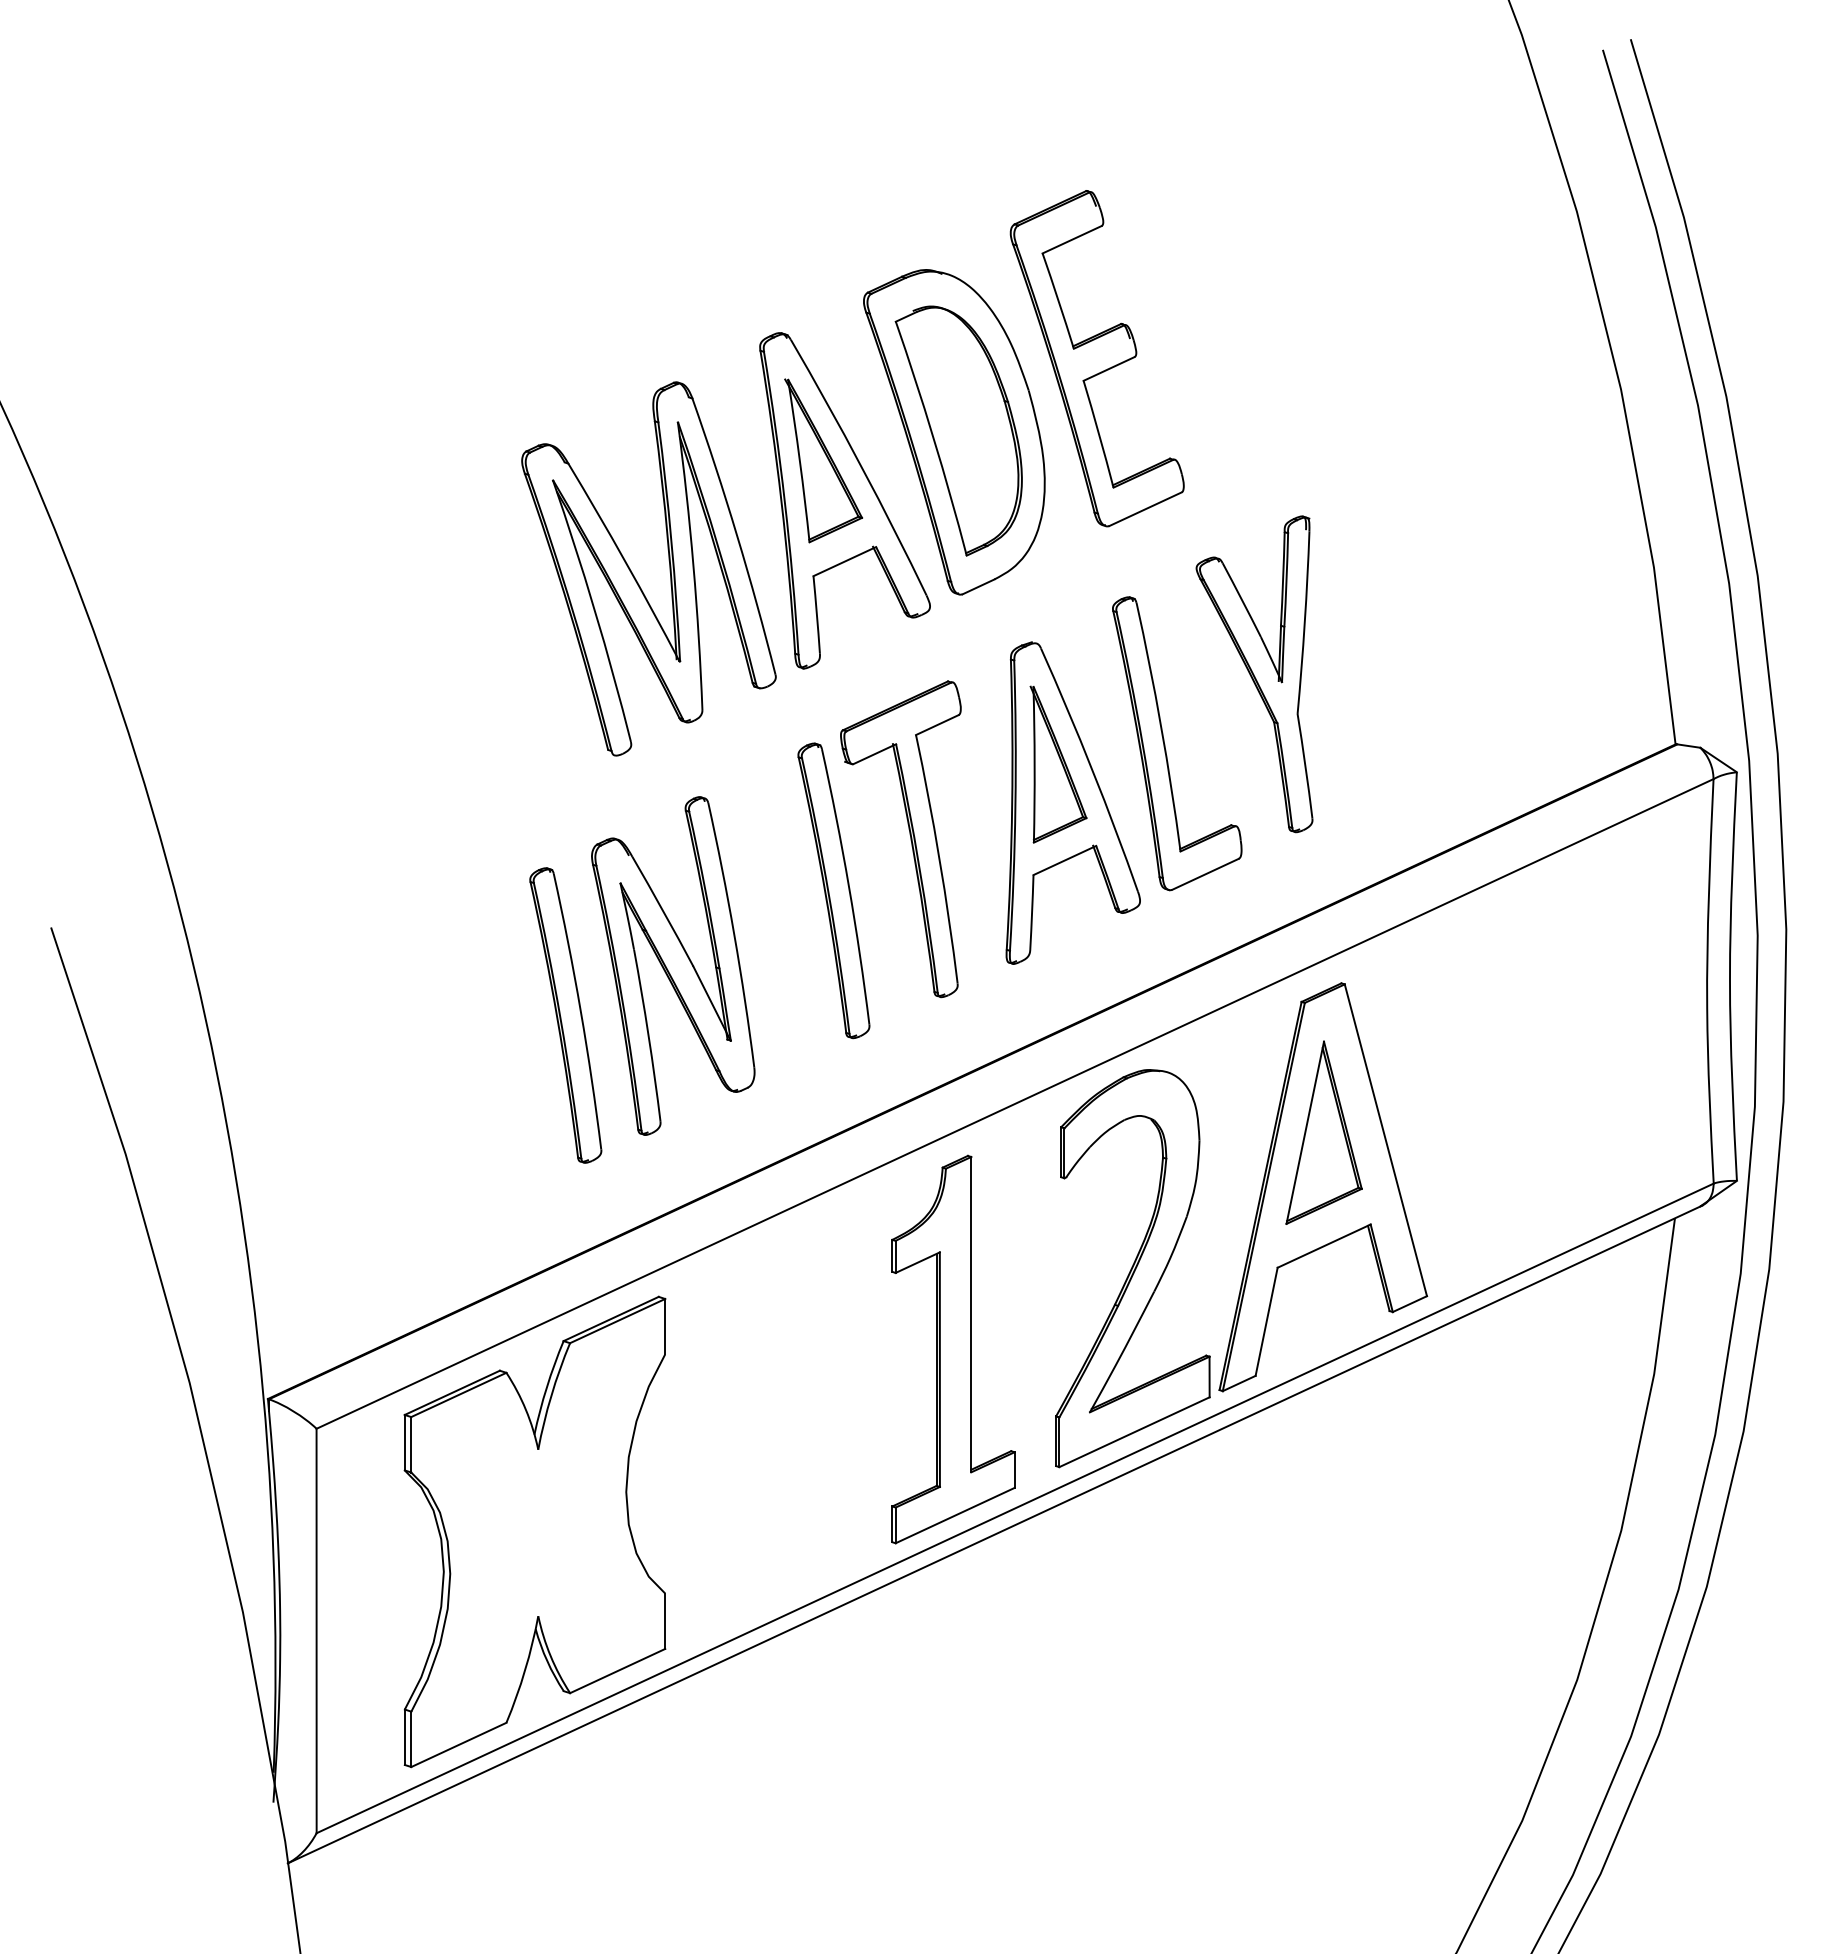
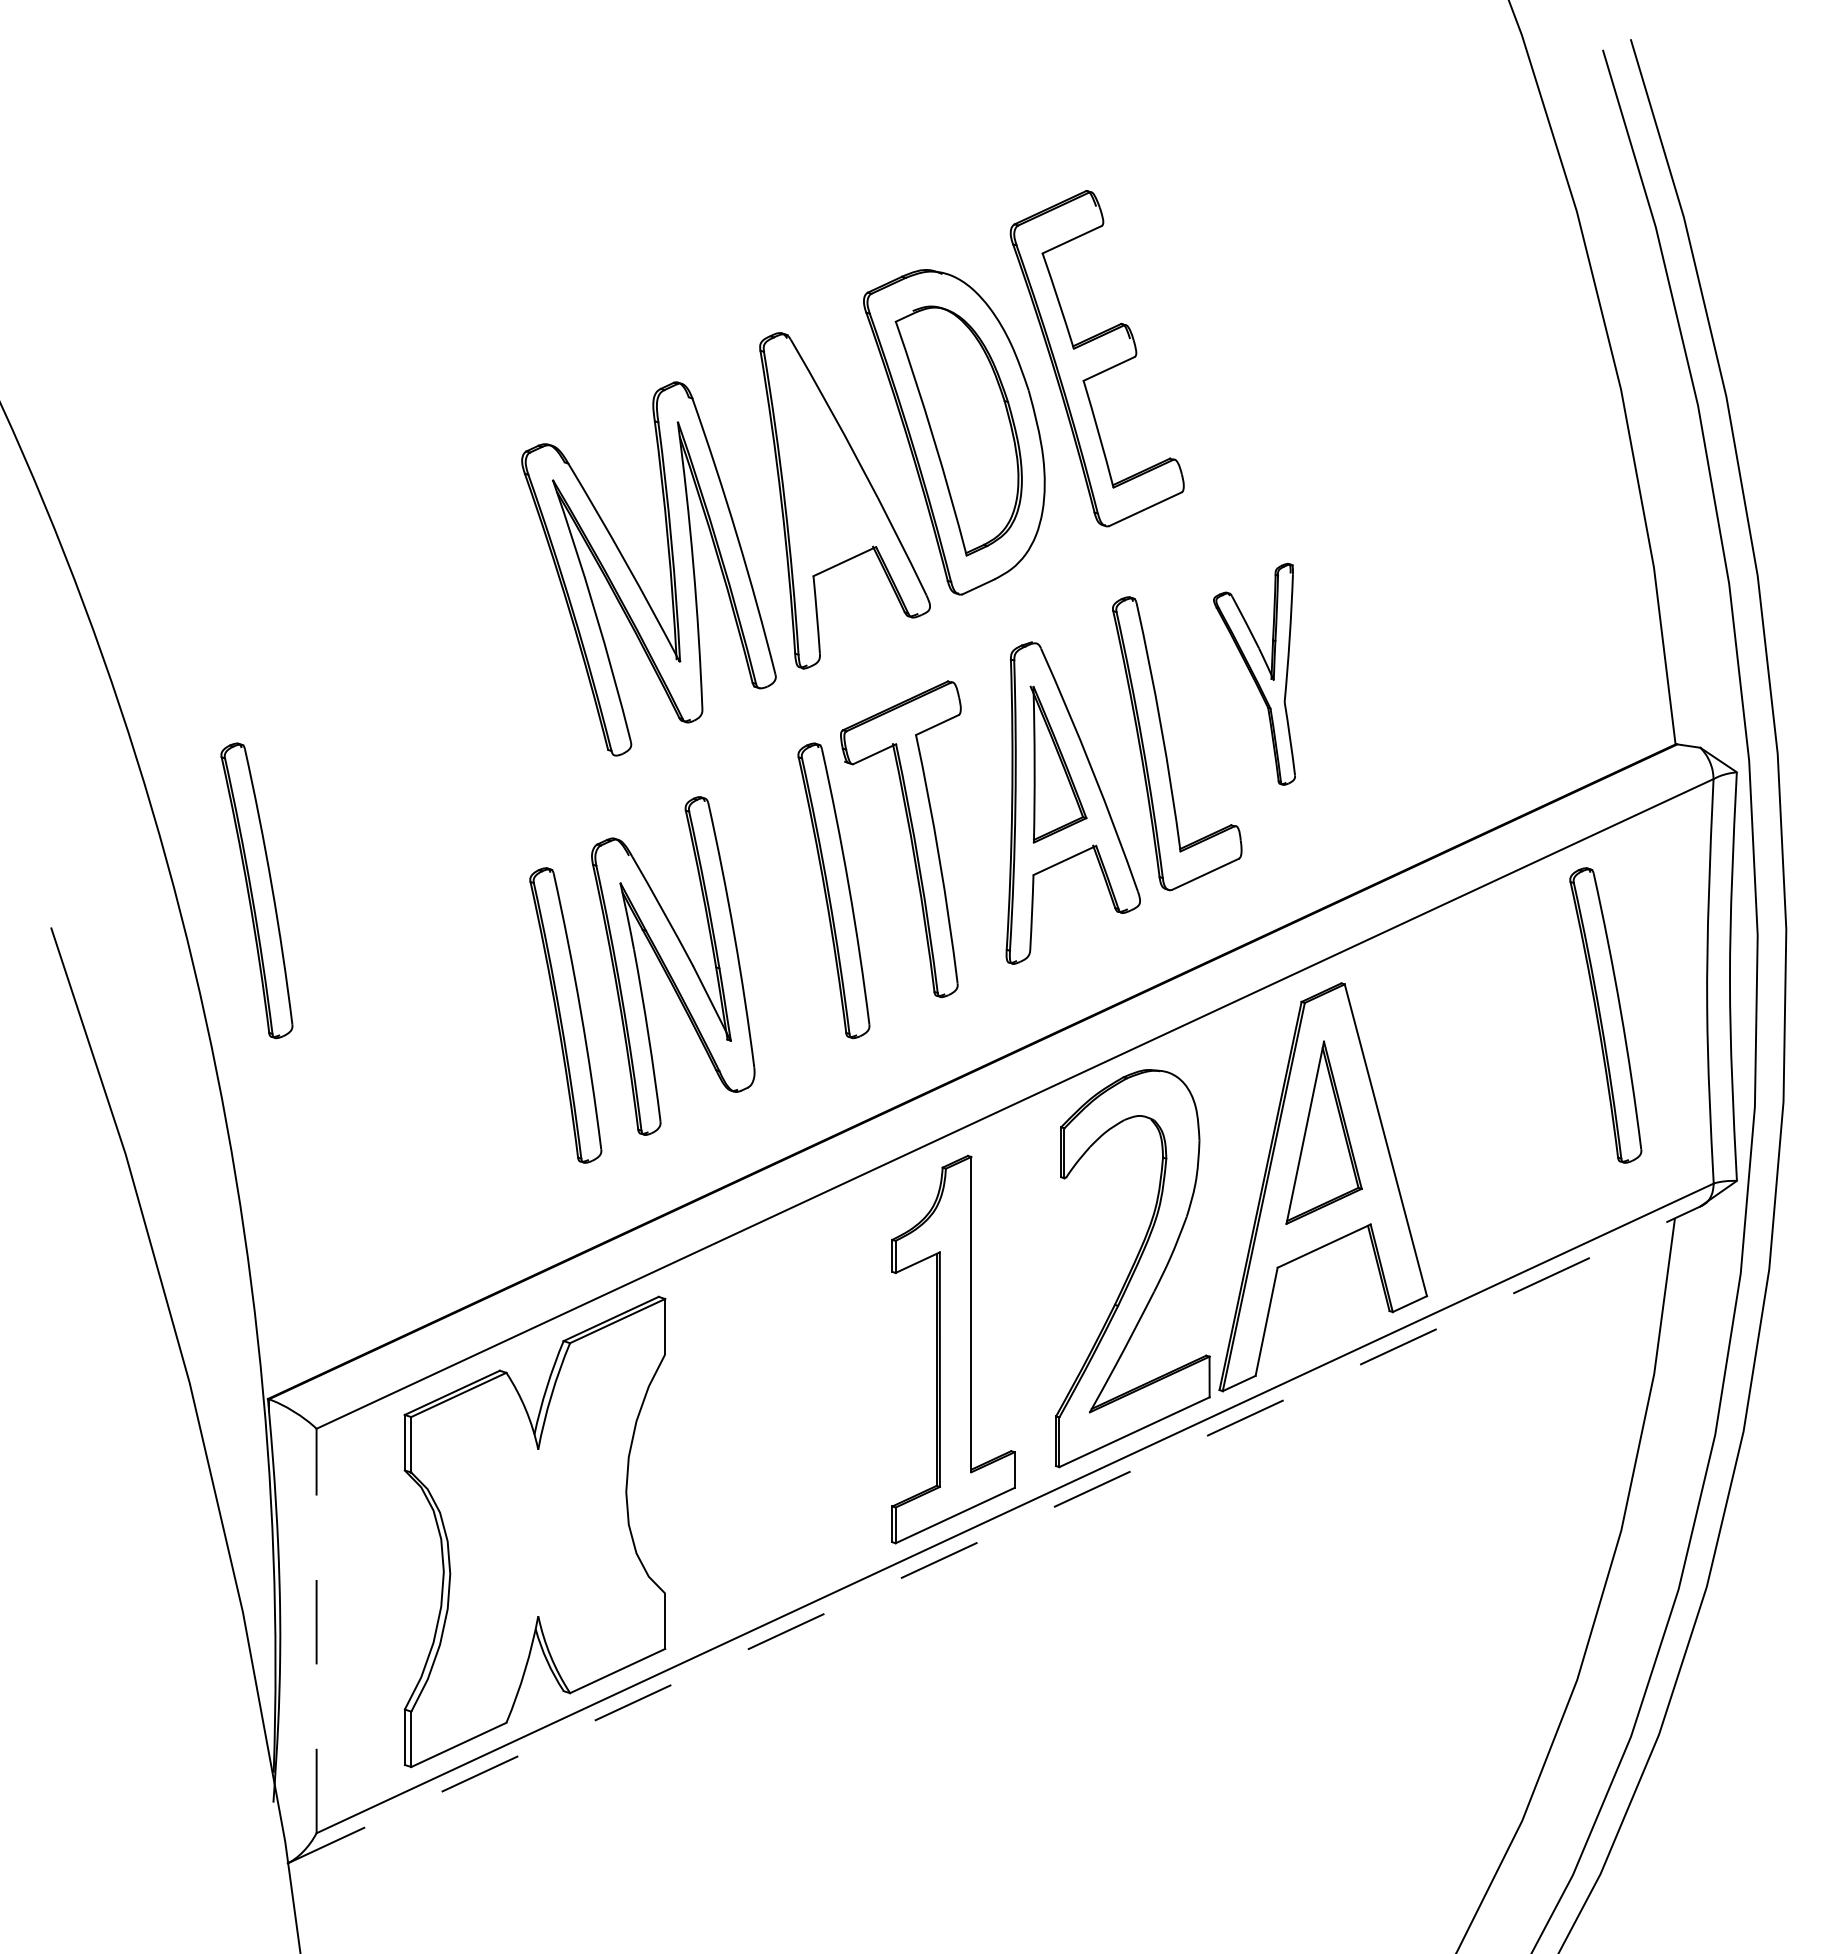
part at (823, 460): present -> none
part at (1254, 674) size: 119x319 px -> 83x223 px
part at (256, 890): none -> present
part at (1605, 1015): none -> present
line at (995, 1534): solid -> dashed
line at (316, 1630): solid -> dashed
